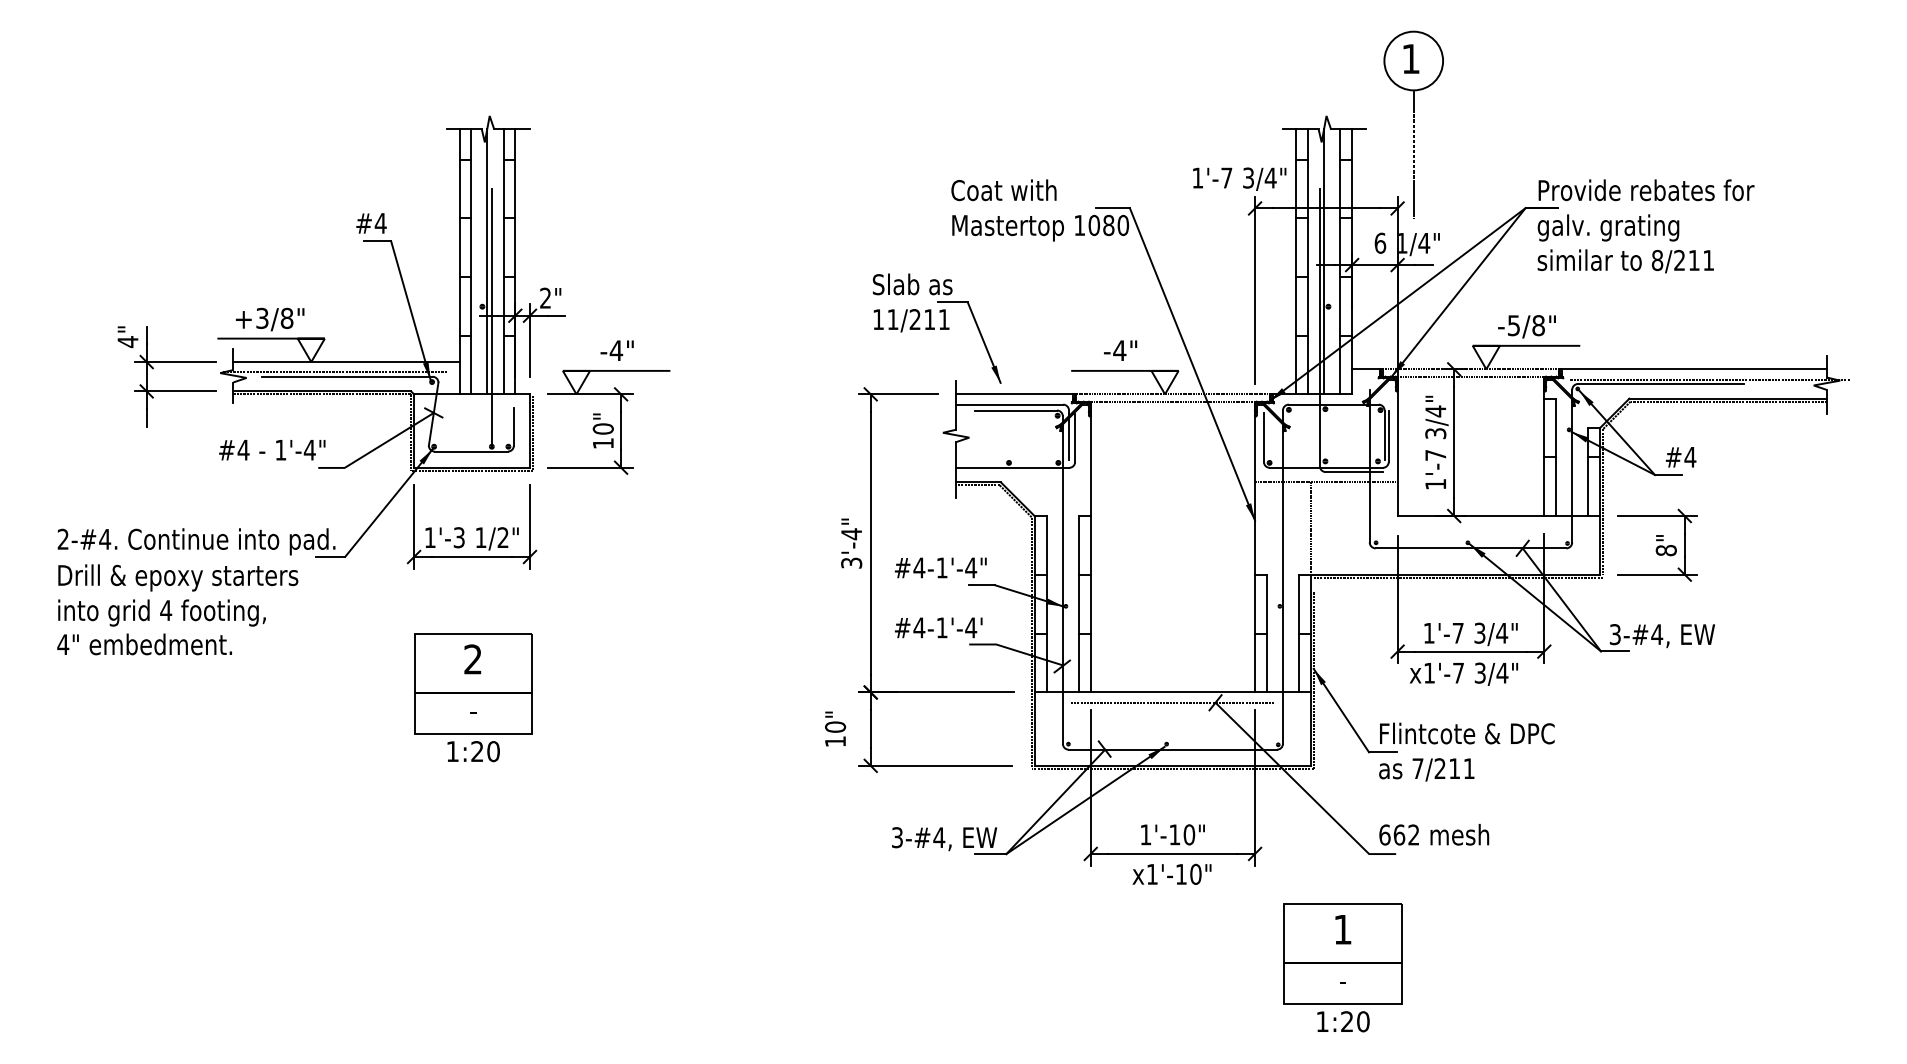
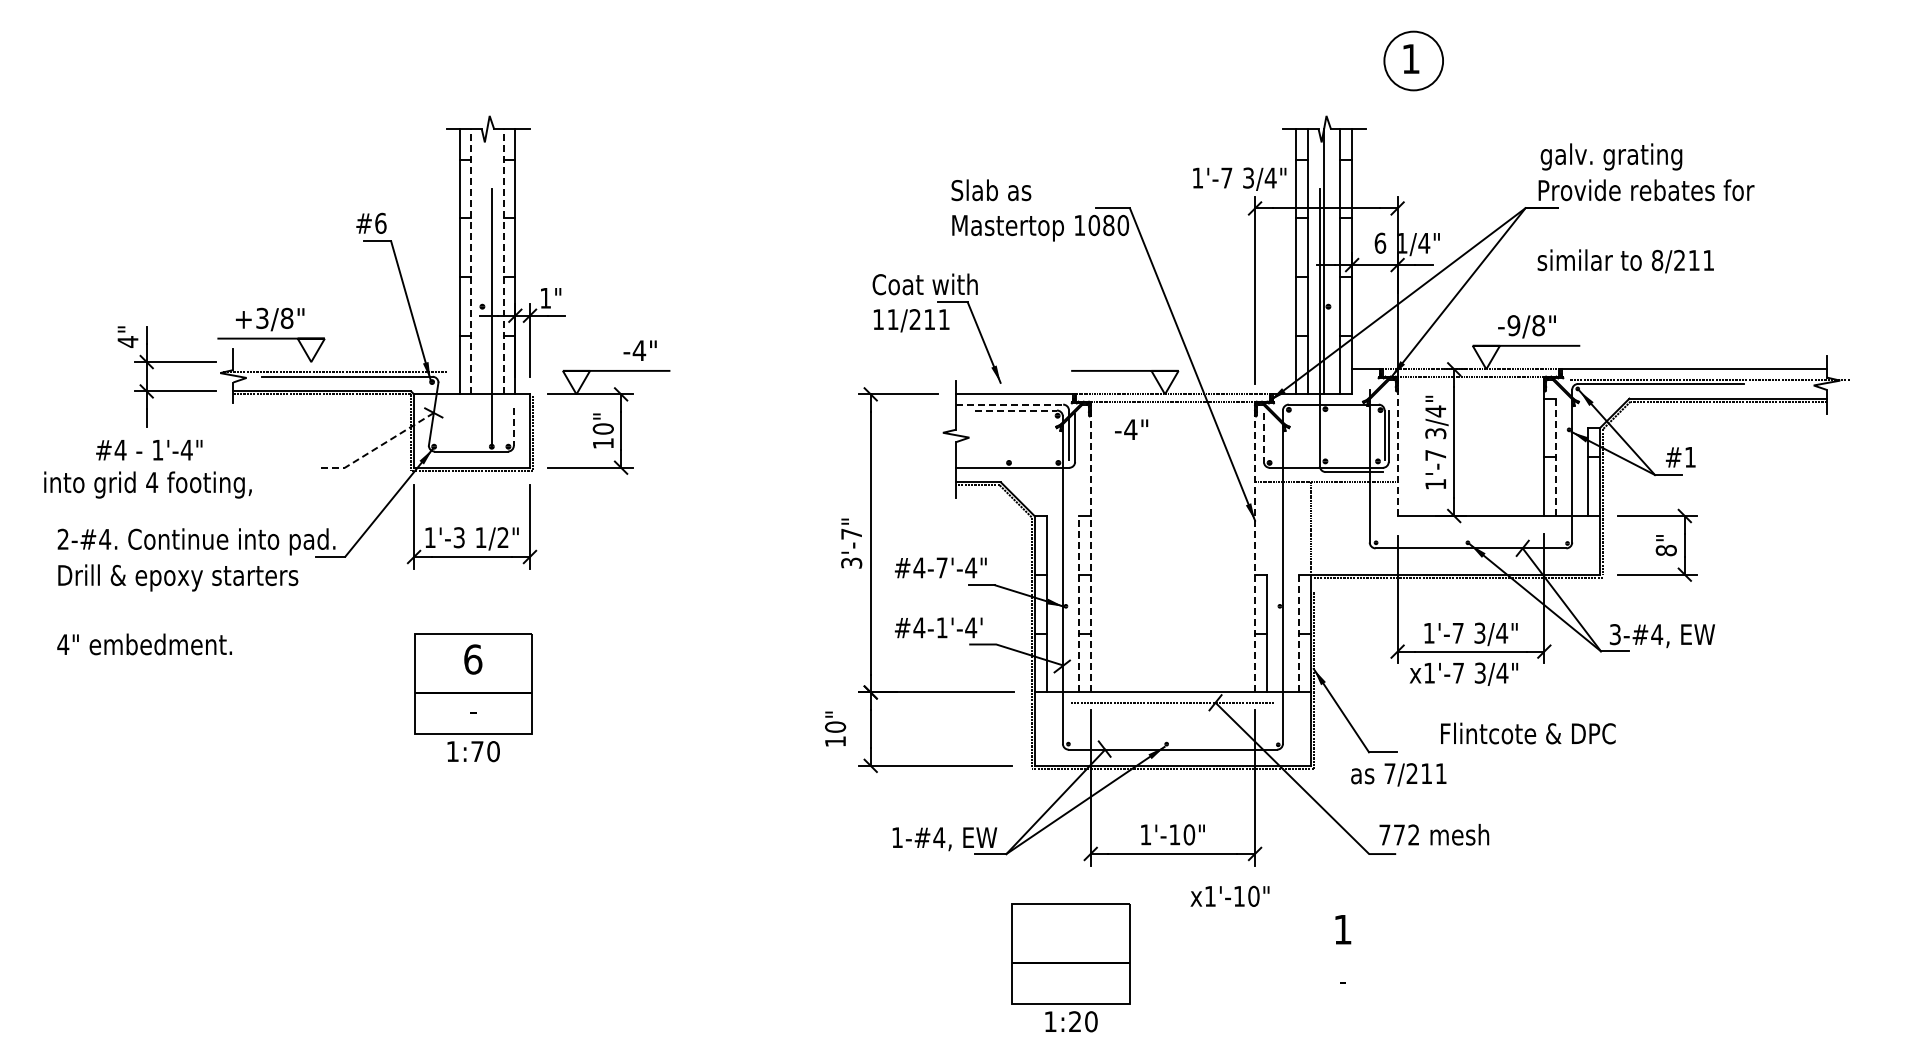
line at (1413, 154): present -> none
text at (1003, 190): Coat with -> Slab as
text at (380, 222): #4 -> #6
text at (1608, 227) position: (1608, 227) -> (1611, 156)
line at (471, 261): solid -> dashed
line at (487, 261): present -> none
line at (503, 261): solid -> dashed
text at (924, 284): Slab as -> Coat with
text at (545, 297): 2" -> 1"
text at (1513, 325): -5/8" -> -9/8"
text at (616, 350) position: (616, 350) -> (639, 350)
text at (1120, 350) position: (1120, 350) -> (1131, 429)
line at (346, 362): present -> none
line at (1009, 404): solid -> dashed
line at (1016, 410): solid -> dashed
line at (513, 427): solid -> dashed
line at (1263, 438): solid -> dashed
line at (1397, 446): solid -> dashed
line at (376, 448): solid -> dashed
text at (272, 450) position: (272, 450) -> (149, 450)
line at (1556, 457): solid -> dashed
text at (1690, 457): #4 -> #1
text at (851, 534): 3'-4" -> 3'-7"
line at (1090, 546): solid -> dashed
line at (1255, 546): solid -> dashed
text at (941, 567): #4-1'-4" -> #4-7'-4"
line at (1079, 603): solid -> dashed
text at (161, 612) position: (161, 612) -> (147, 484)
line at (1299, 633): solid -> dashed
text at (473, 659): 2 -> 6
text at (1467, 733) position: (1467, 733) -> (1528, 733)
text at (477, 751): 1:20 -> 1:70
text at (1426, 769) position: (1426, 769) -> (1398, 774)
text at (1392, 834): 662 -> 772
text at (897, 837): 3-#4, -> 1-#4,
text at (1171, 873) position: (1171, 873) -> (1229, 895)
part at (1342, 967) position: (1342, 967) -> (1070, 967)
